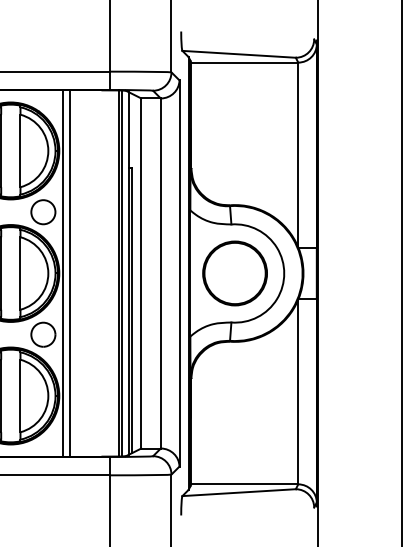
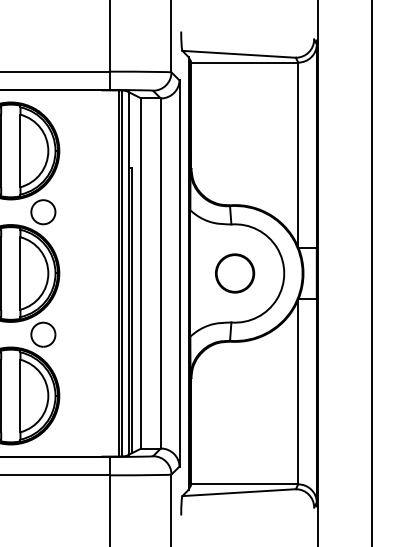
line at (402, 272) position: (402, 272) -> (372, 272)
line at (63, 273): present -> none
line at (70, 273): present -> none
part at (234, 273) size: 66x67 px -> 41x41 px
